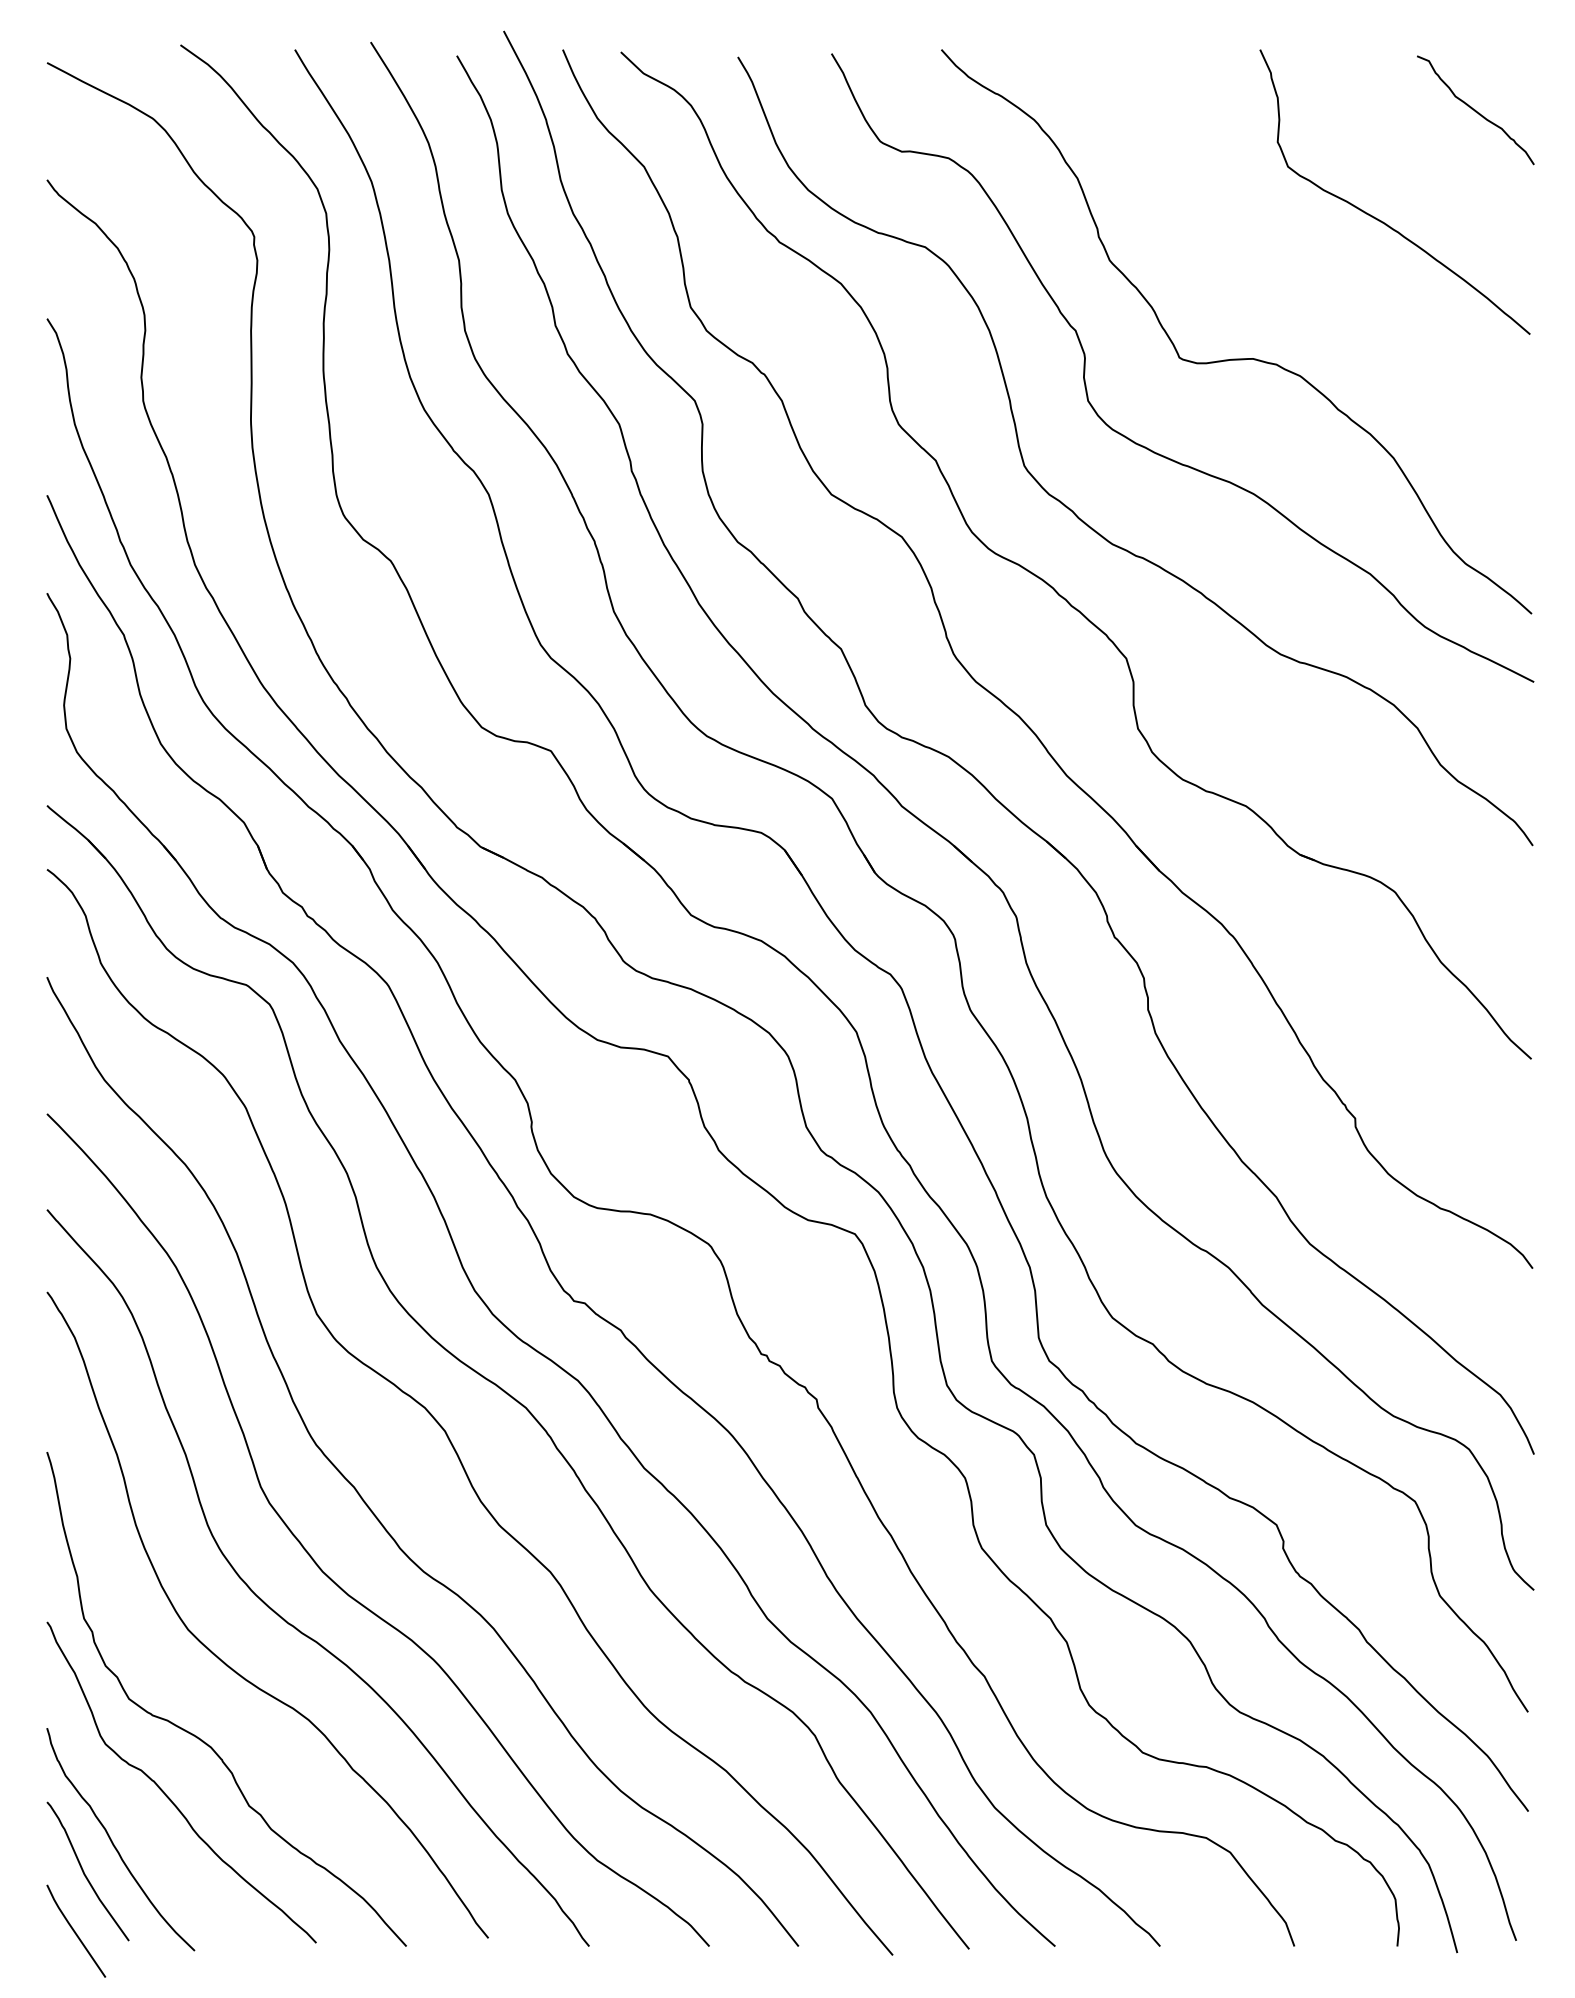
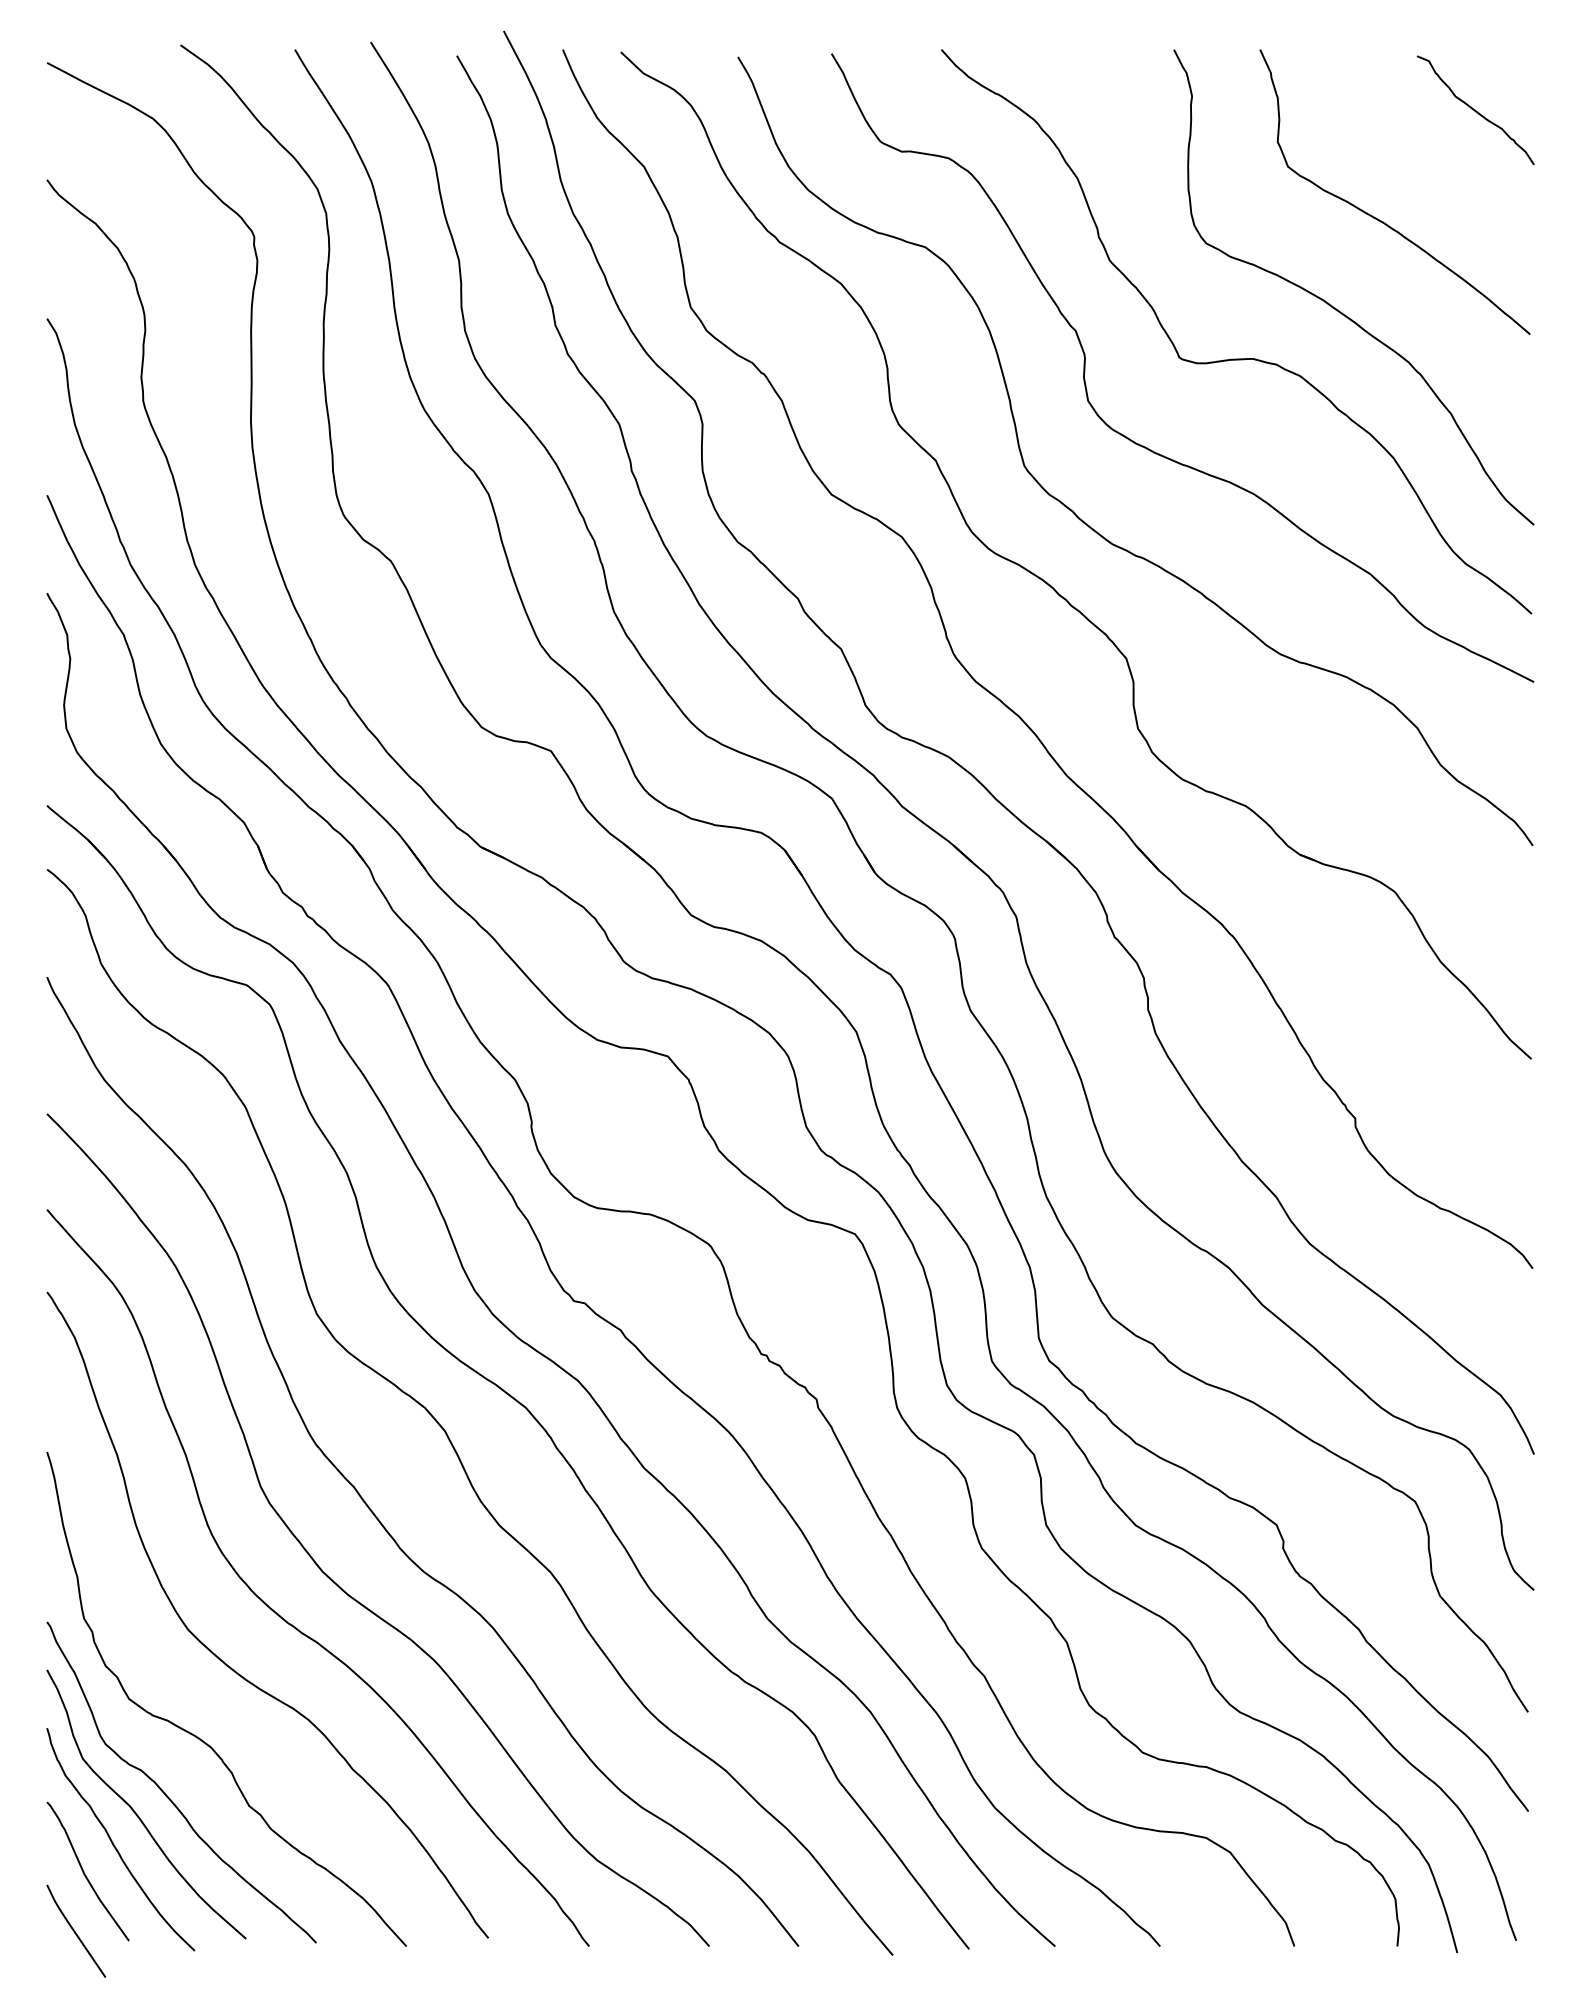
curve at (1335, 307): none -> present
curve at (136, 1812): none -> present
